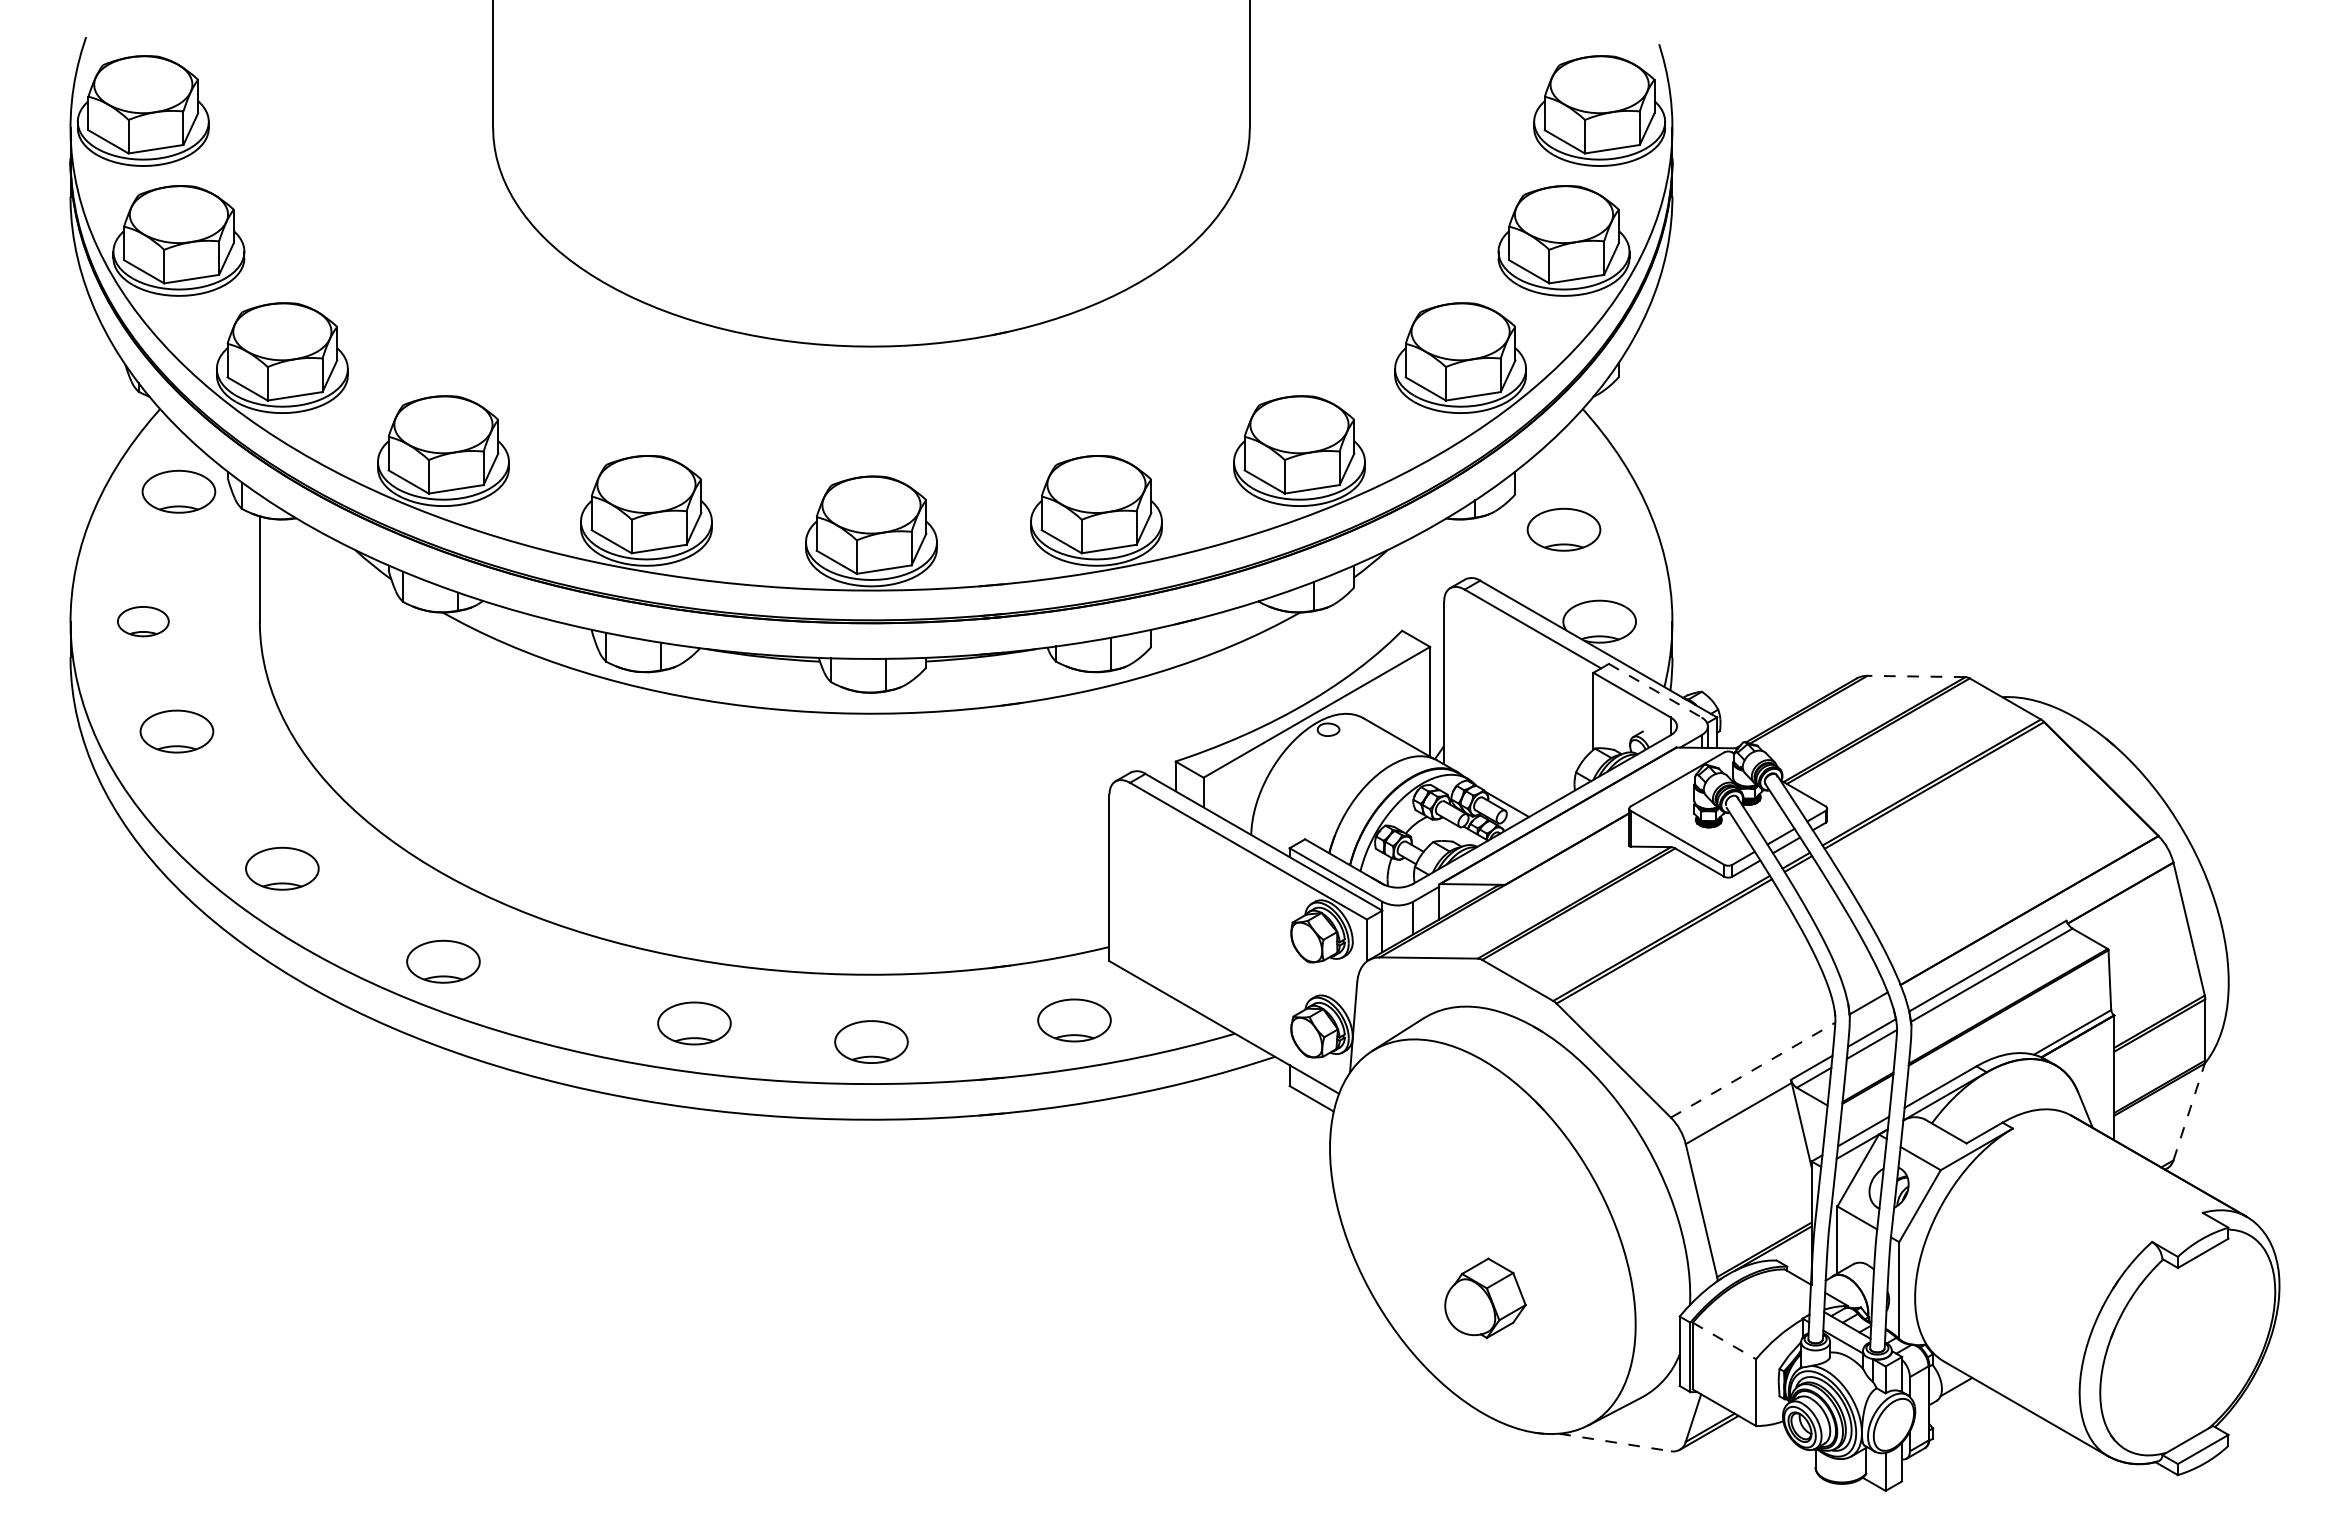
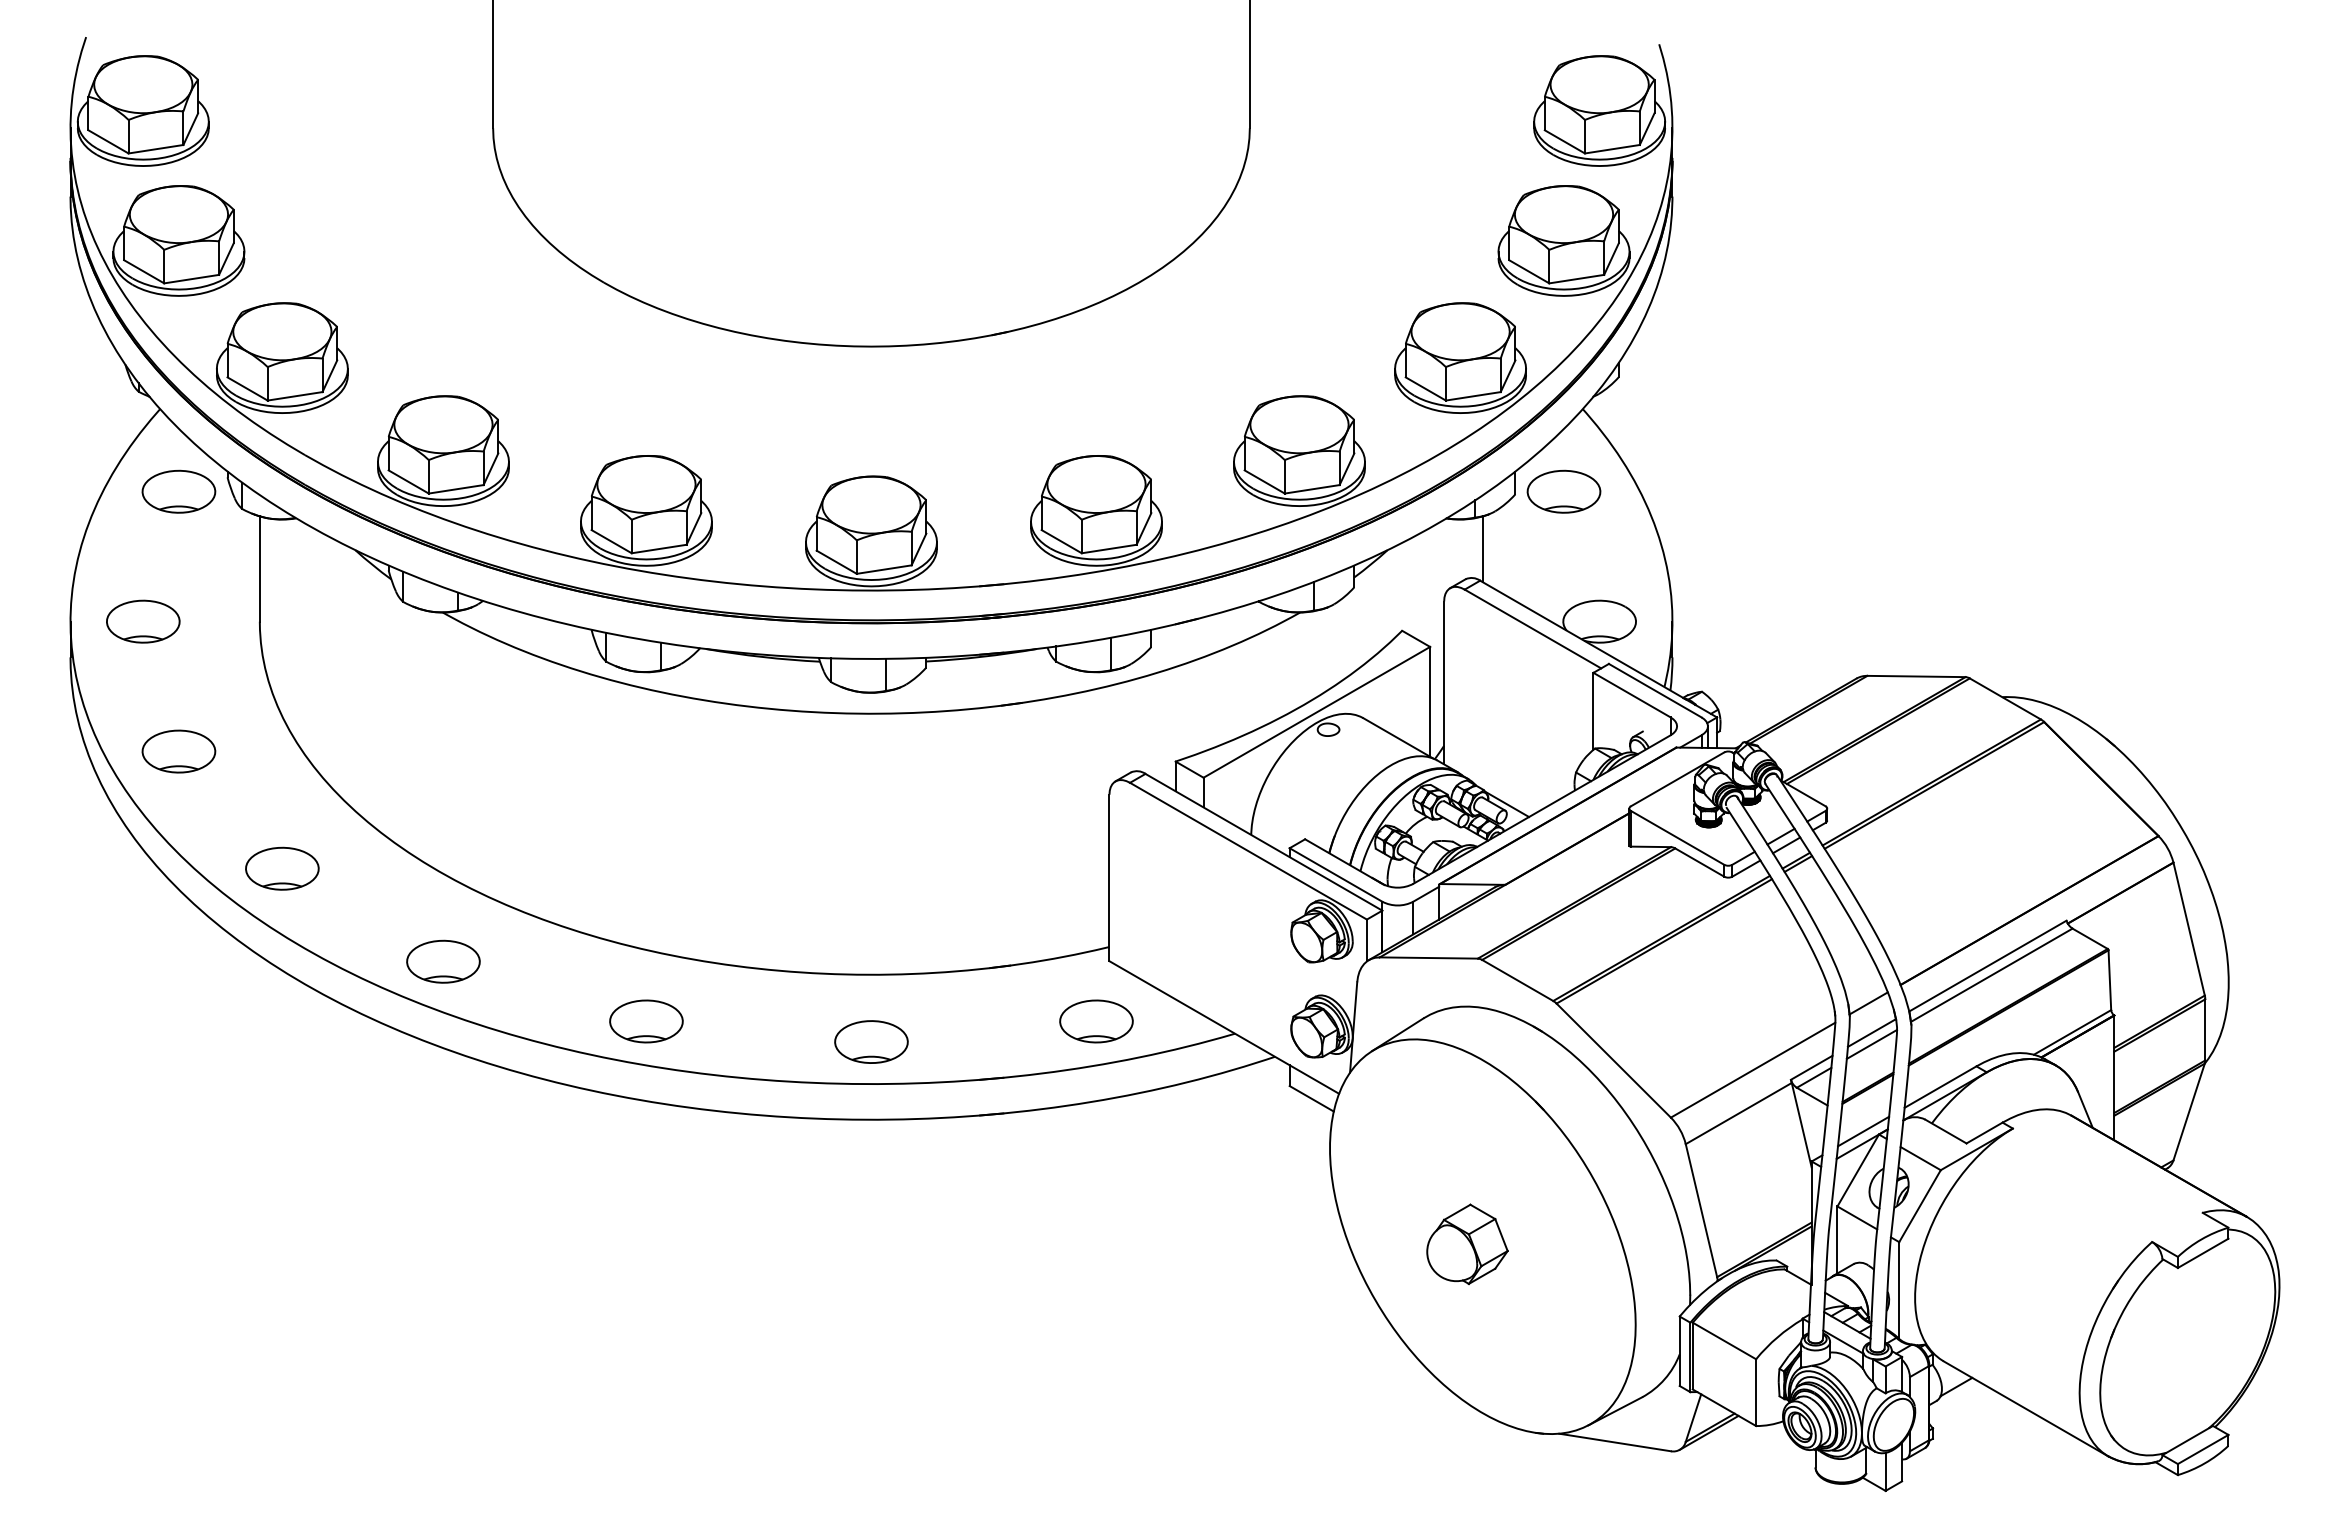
part at (1563, 529) position: (1563, 529) -> (1563, 491)
line at (1483, 549): none -> present
part at (143, 621) size: 53x32 px -> 75x45 px
line at (1916, 676): dashed -> solid
line at (1655, 690): dashed -> solid
part at (176, 731) position: (176, 731) -> (178, 751)
part at (1074, 1020) position: (1074, 1020) -> (1096, 1021)
part at (694, 1023) position: (694, 1023) -> (646, 1021)
line at (1753, 1070): dashed -> solid
line at (2189, 1112): dashed -> solid
part at (1485, 1297) position: (1485, 1297) -> (1467, 1243)
line at (1724, 1340): dashed -> solid
line at (1615, 1442): dashed -> solid
